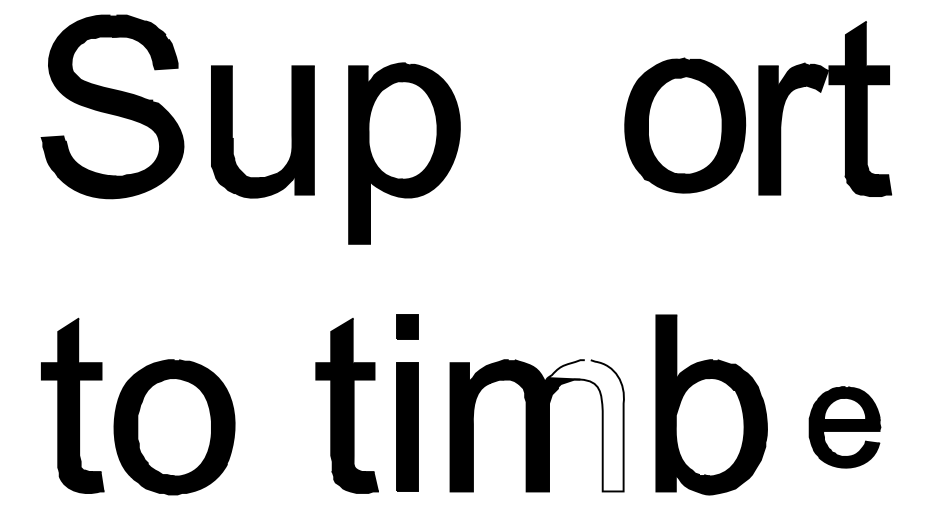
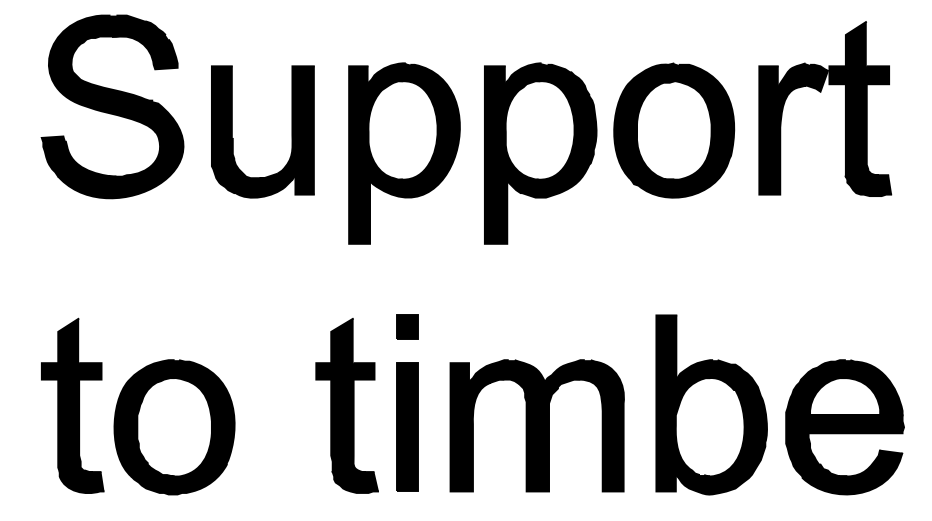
part at (685, 125) position: (685, 125) -> (674, 130)
part at (540, 153): none -> present
fill at (585, 425): none -> present
part at (844, 427) size: 74x83 px -> 120x137 px
